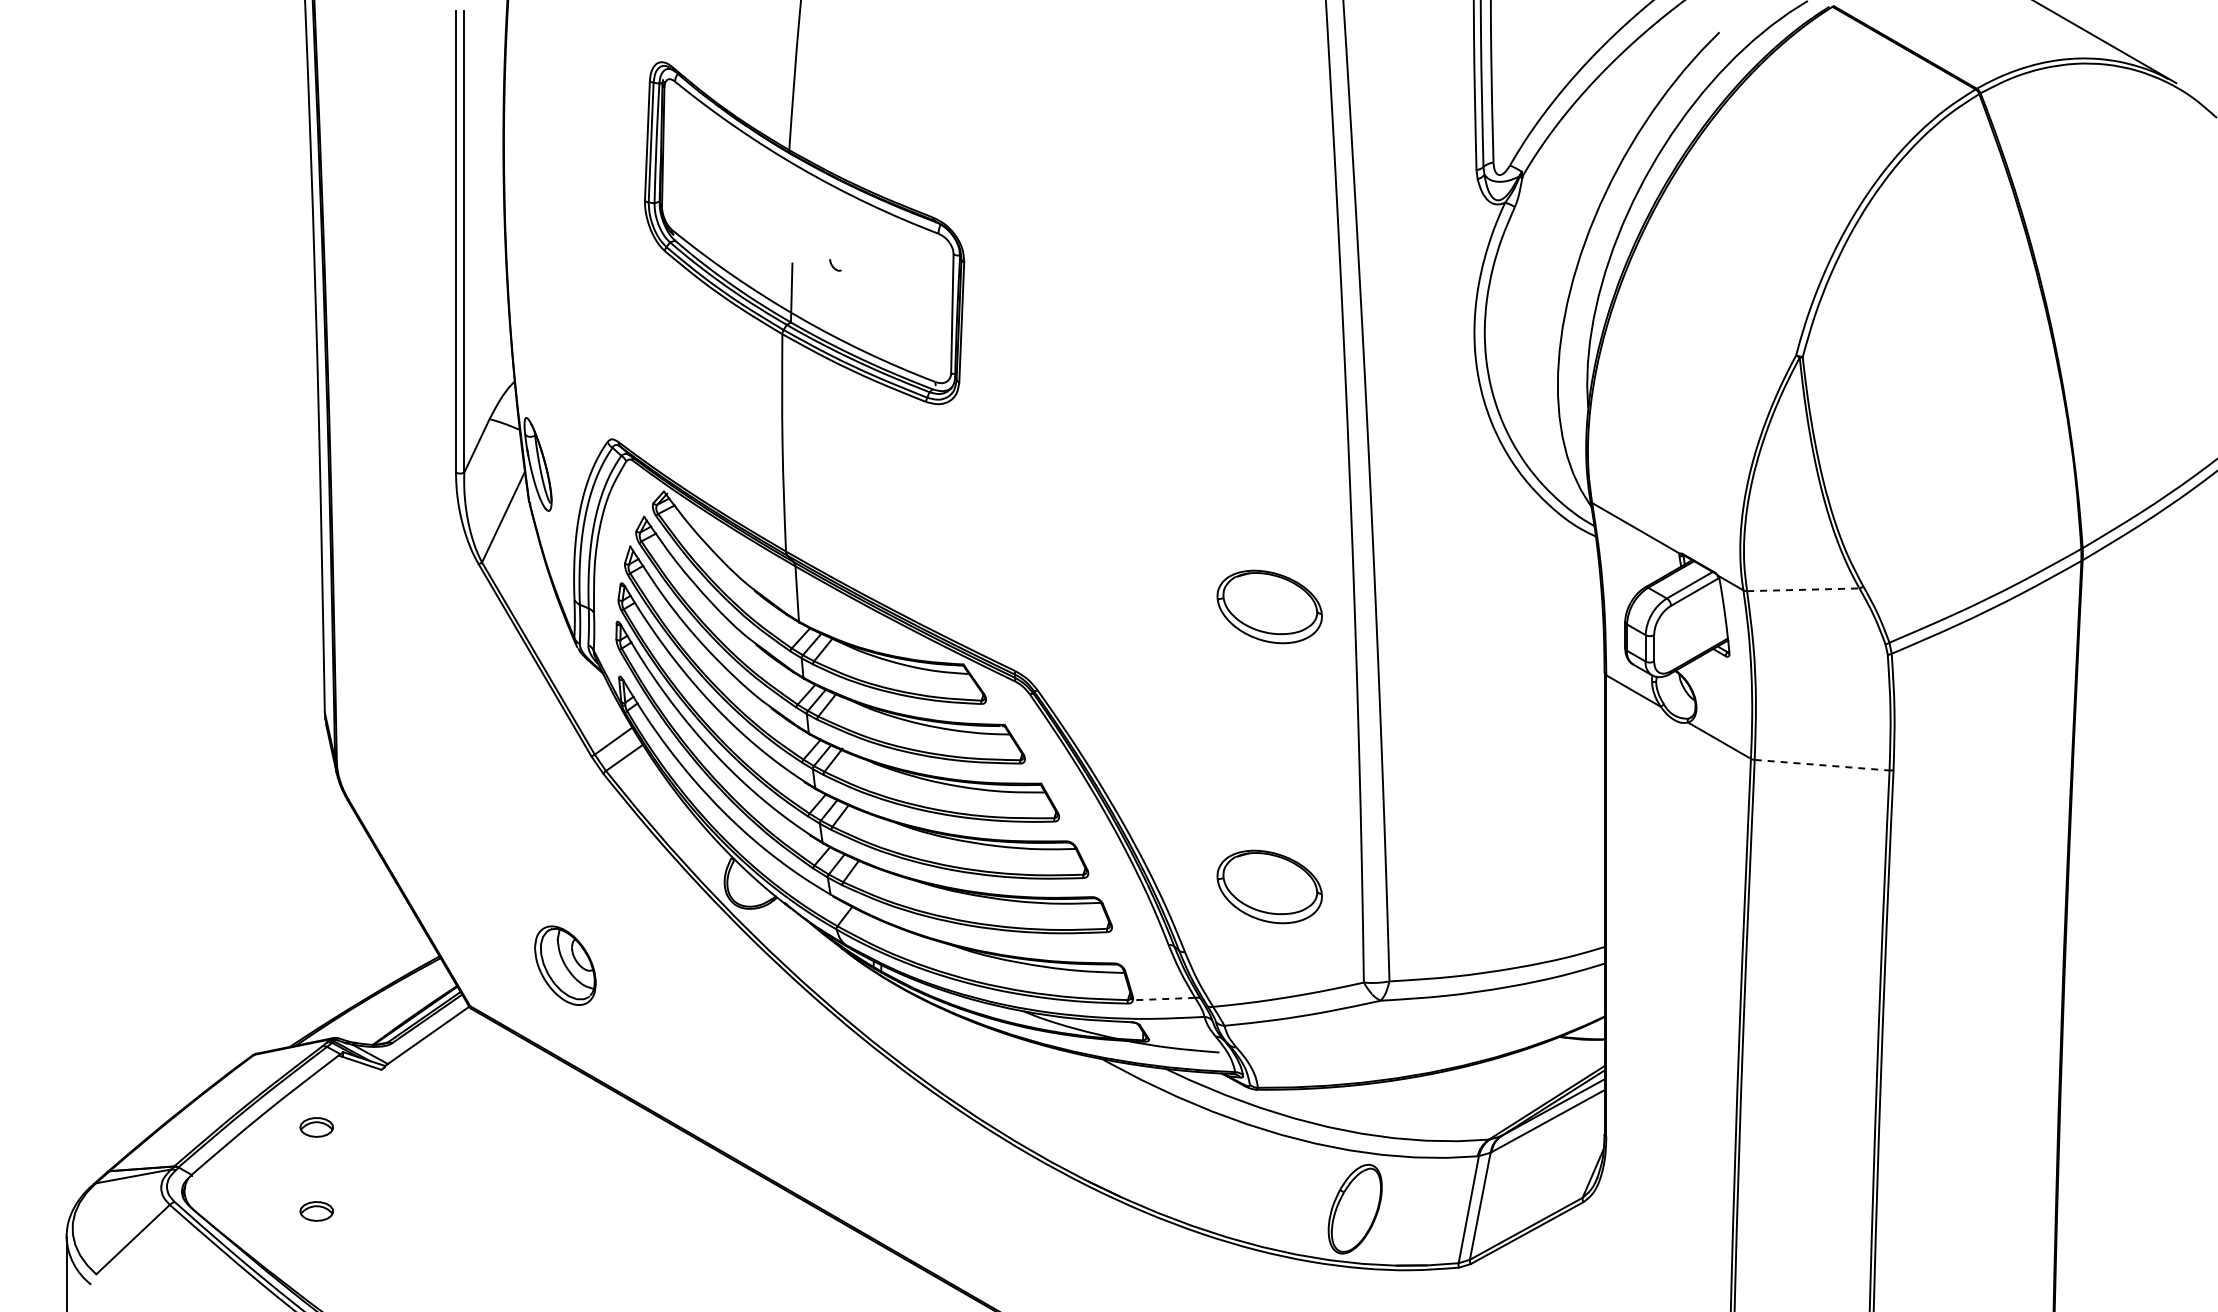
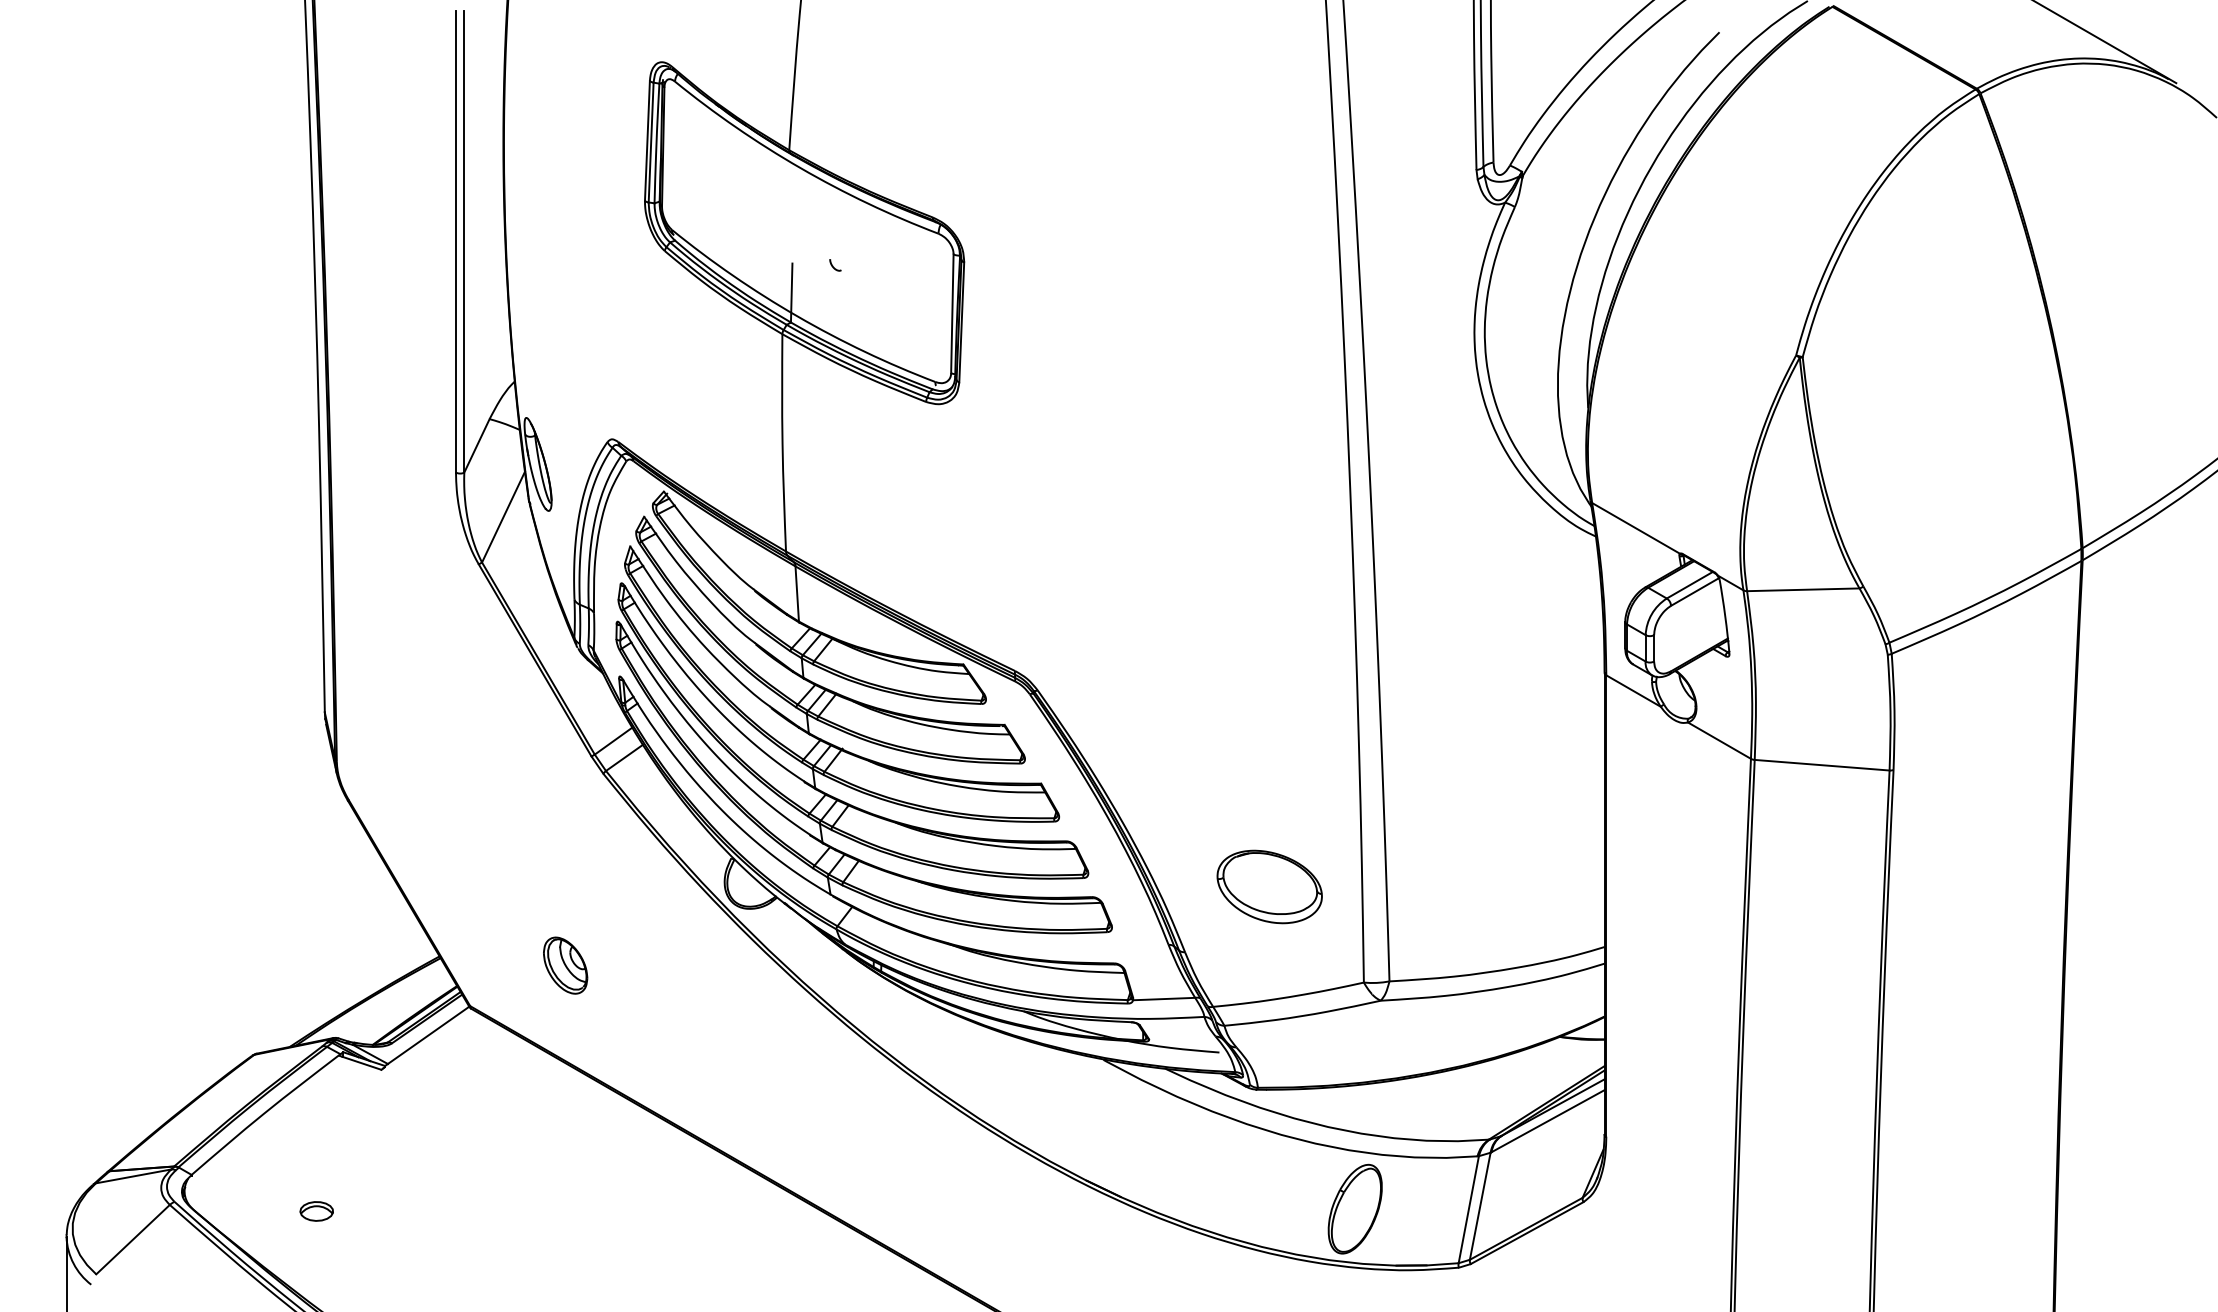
line at (1803, 589): dashed -> solid
part at (1269, 606): present -> none
line at (1822, 765): dashed -> solid
part at (565, 965) size: 63x81 px -> 46x59 px
line at (1163, 999): dashed -> solid
part at (316, 1127): present -> none
